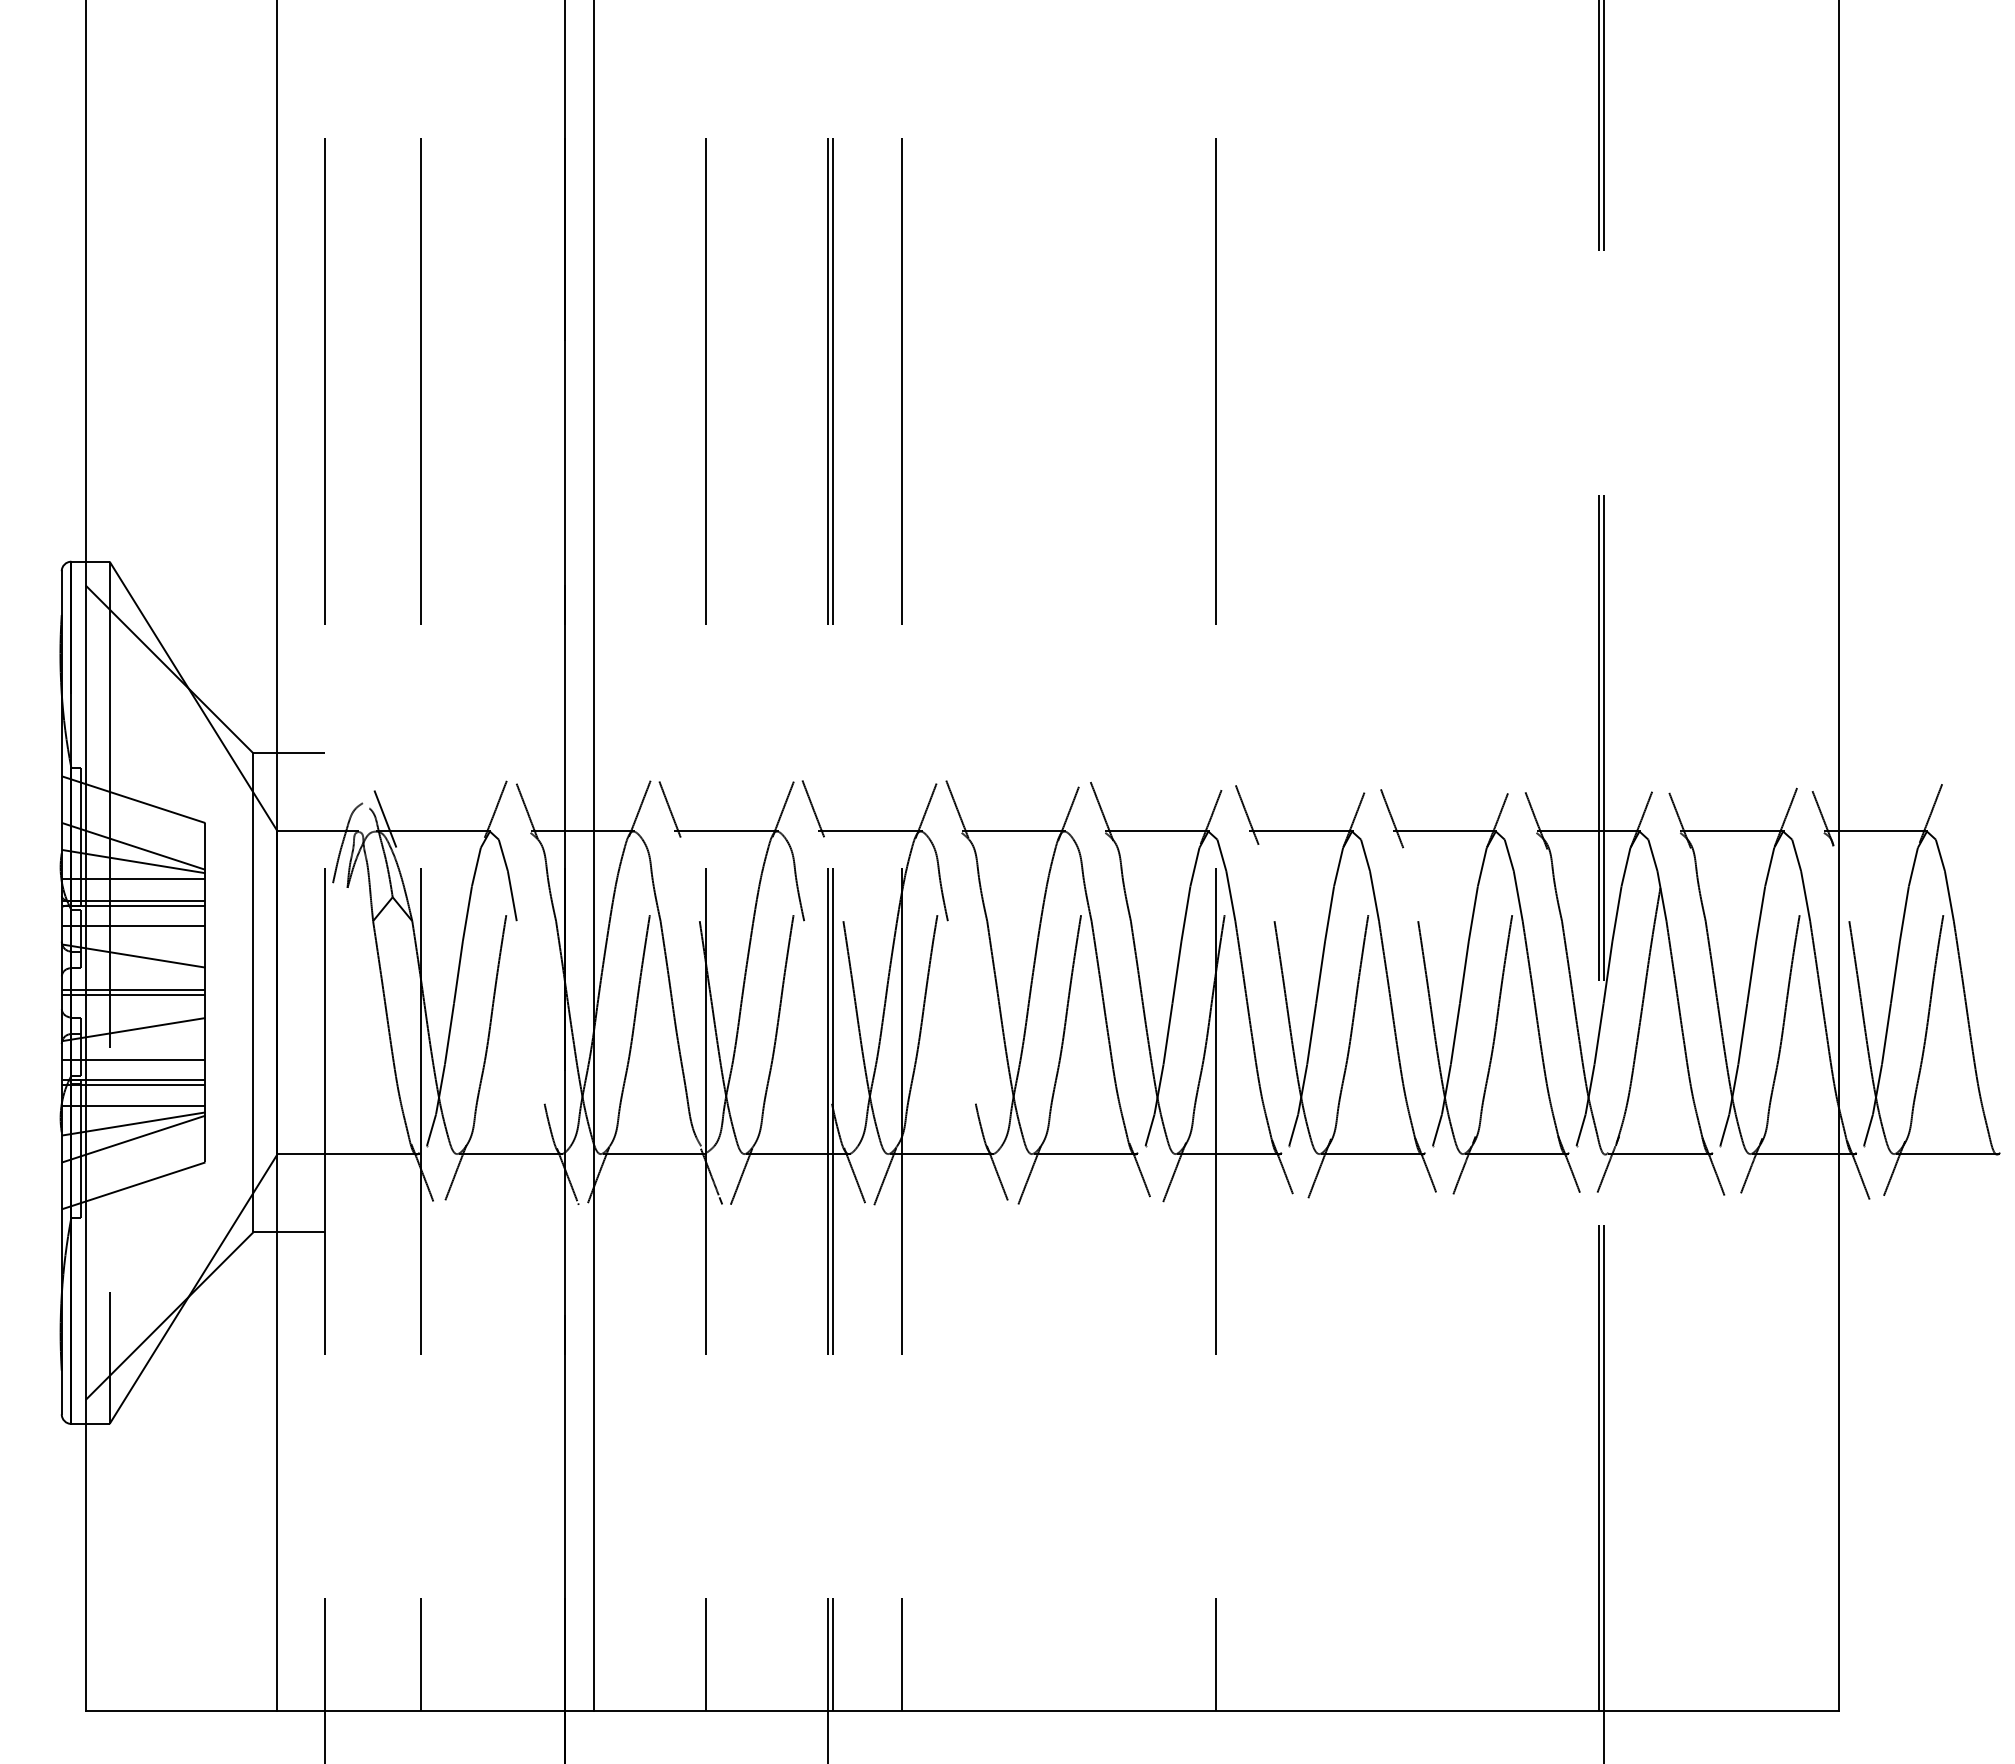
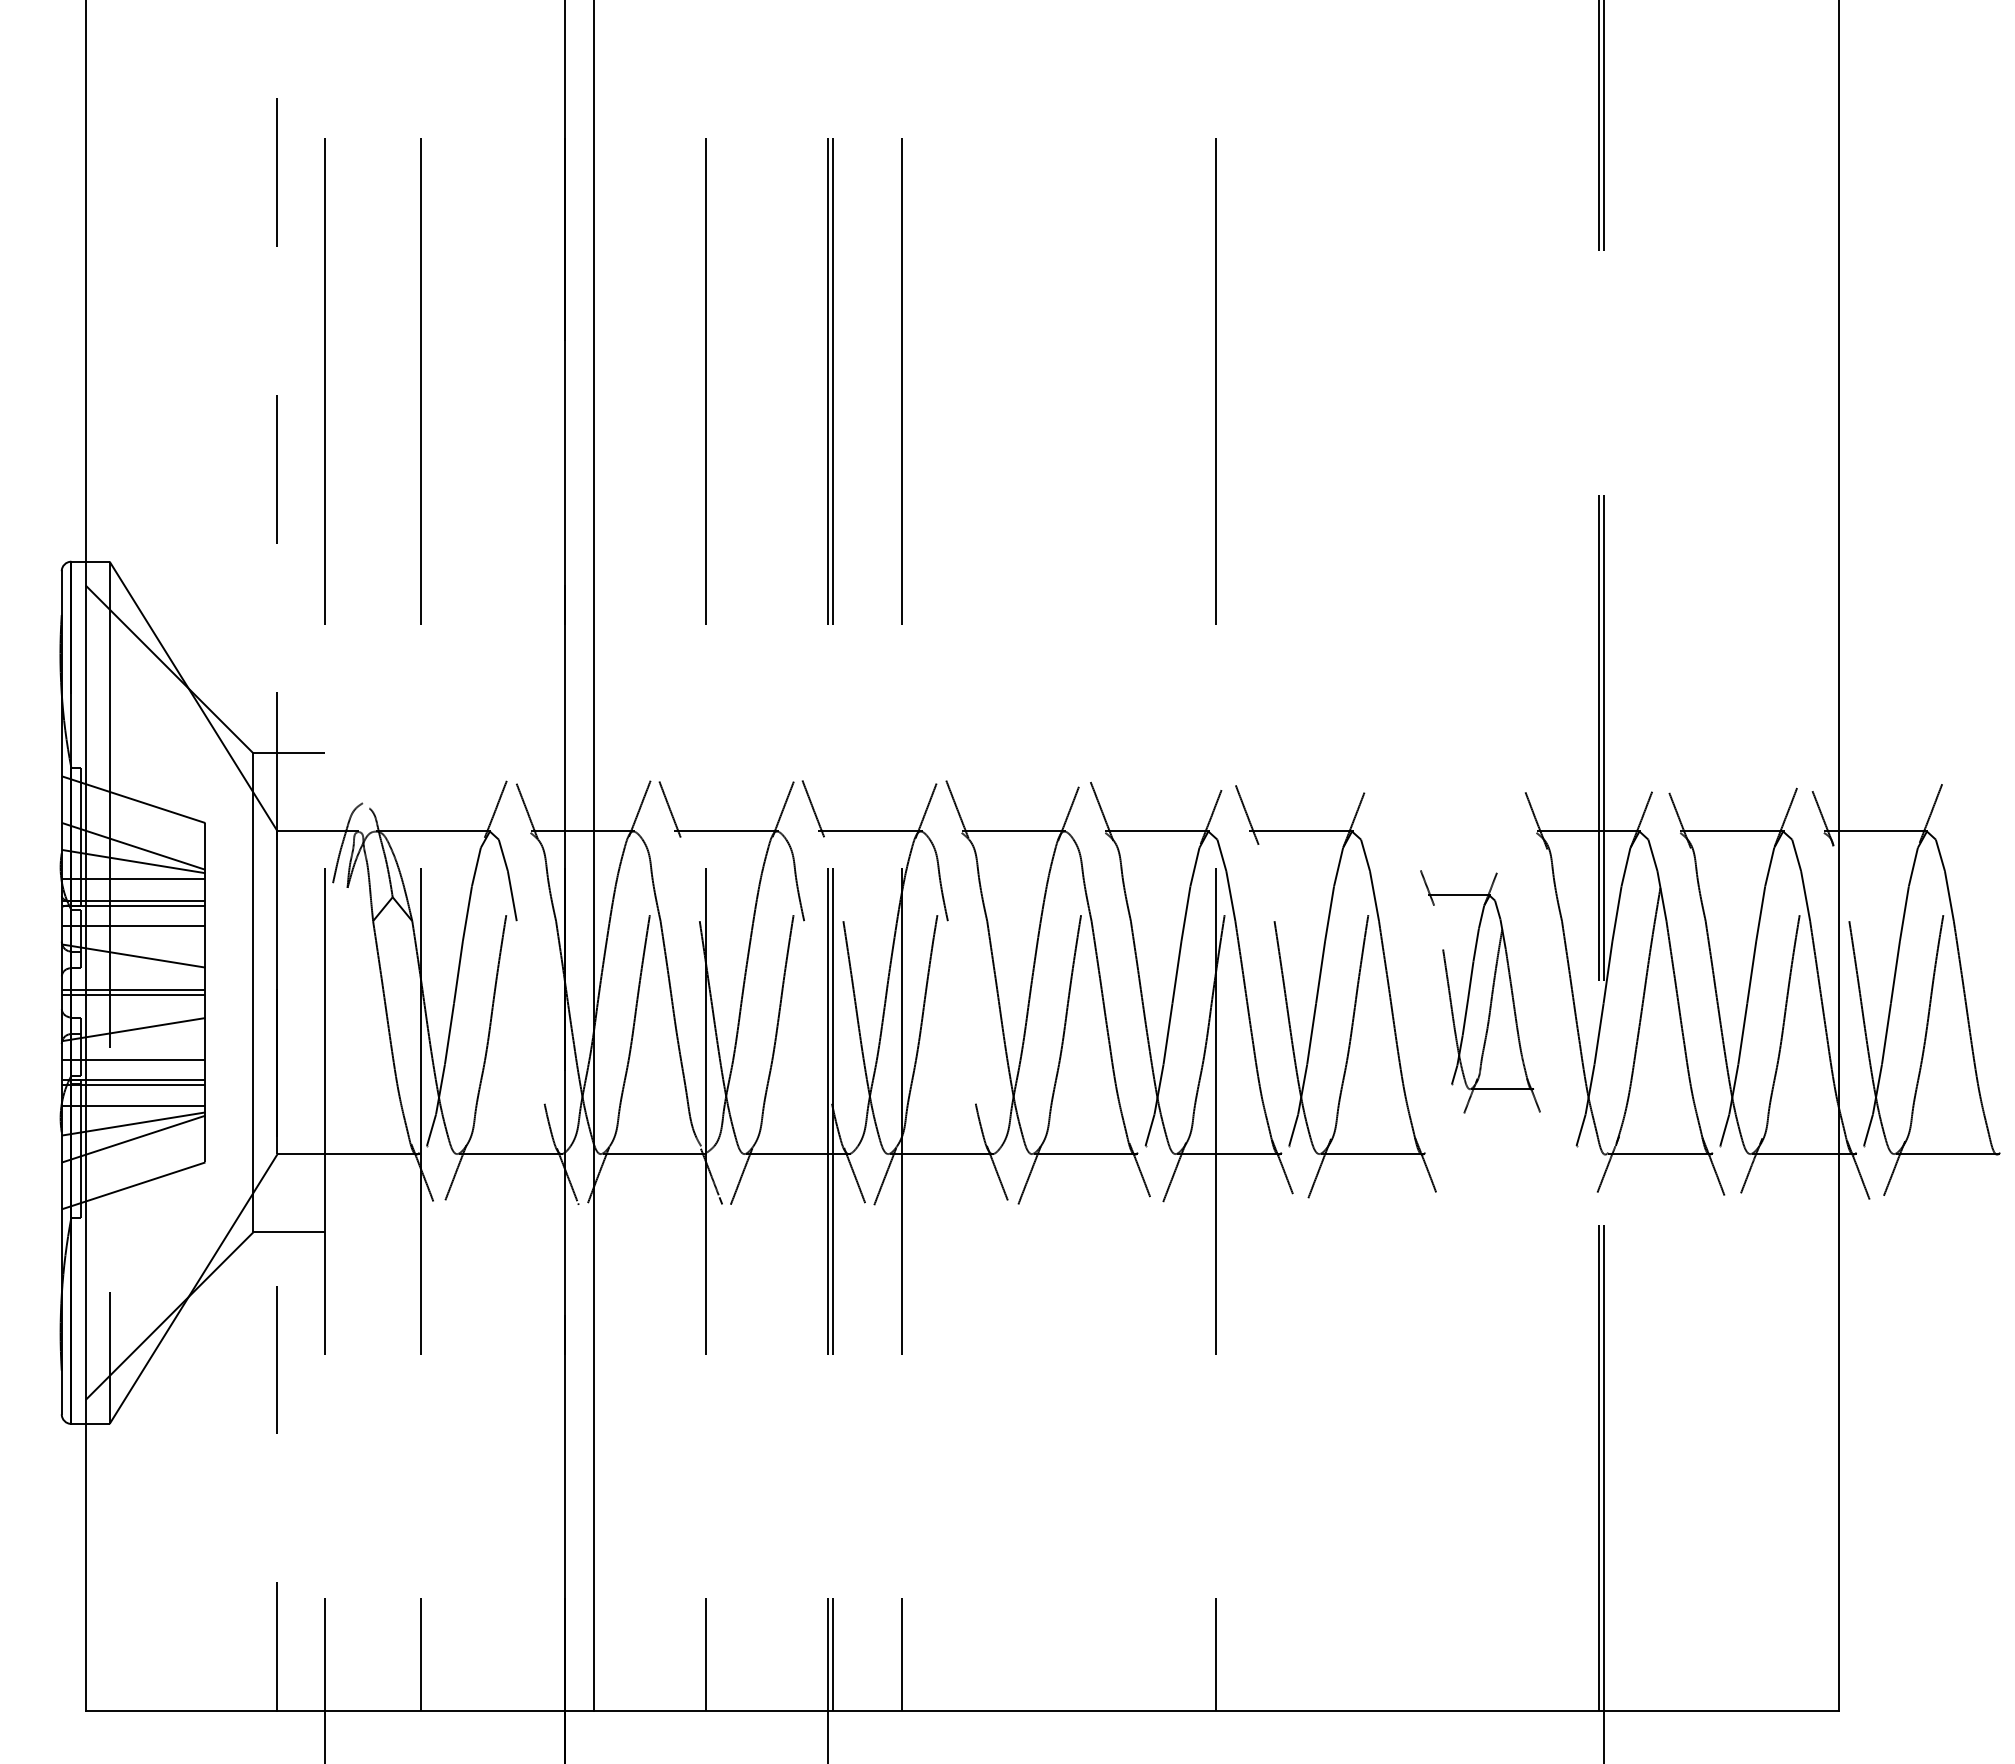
line at (385, 818): present -> none
line at (277, 856): solid -> dashed
part at (1480, 991) size: 201x406 px -> 121x244 px
